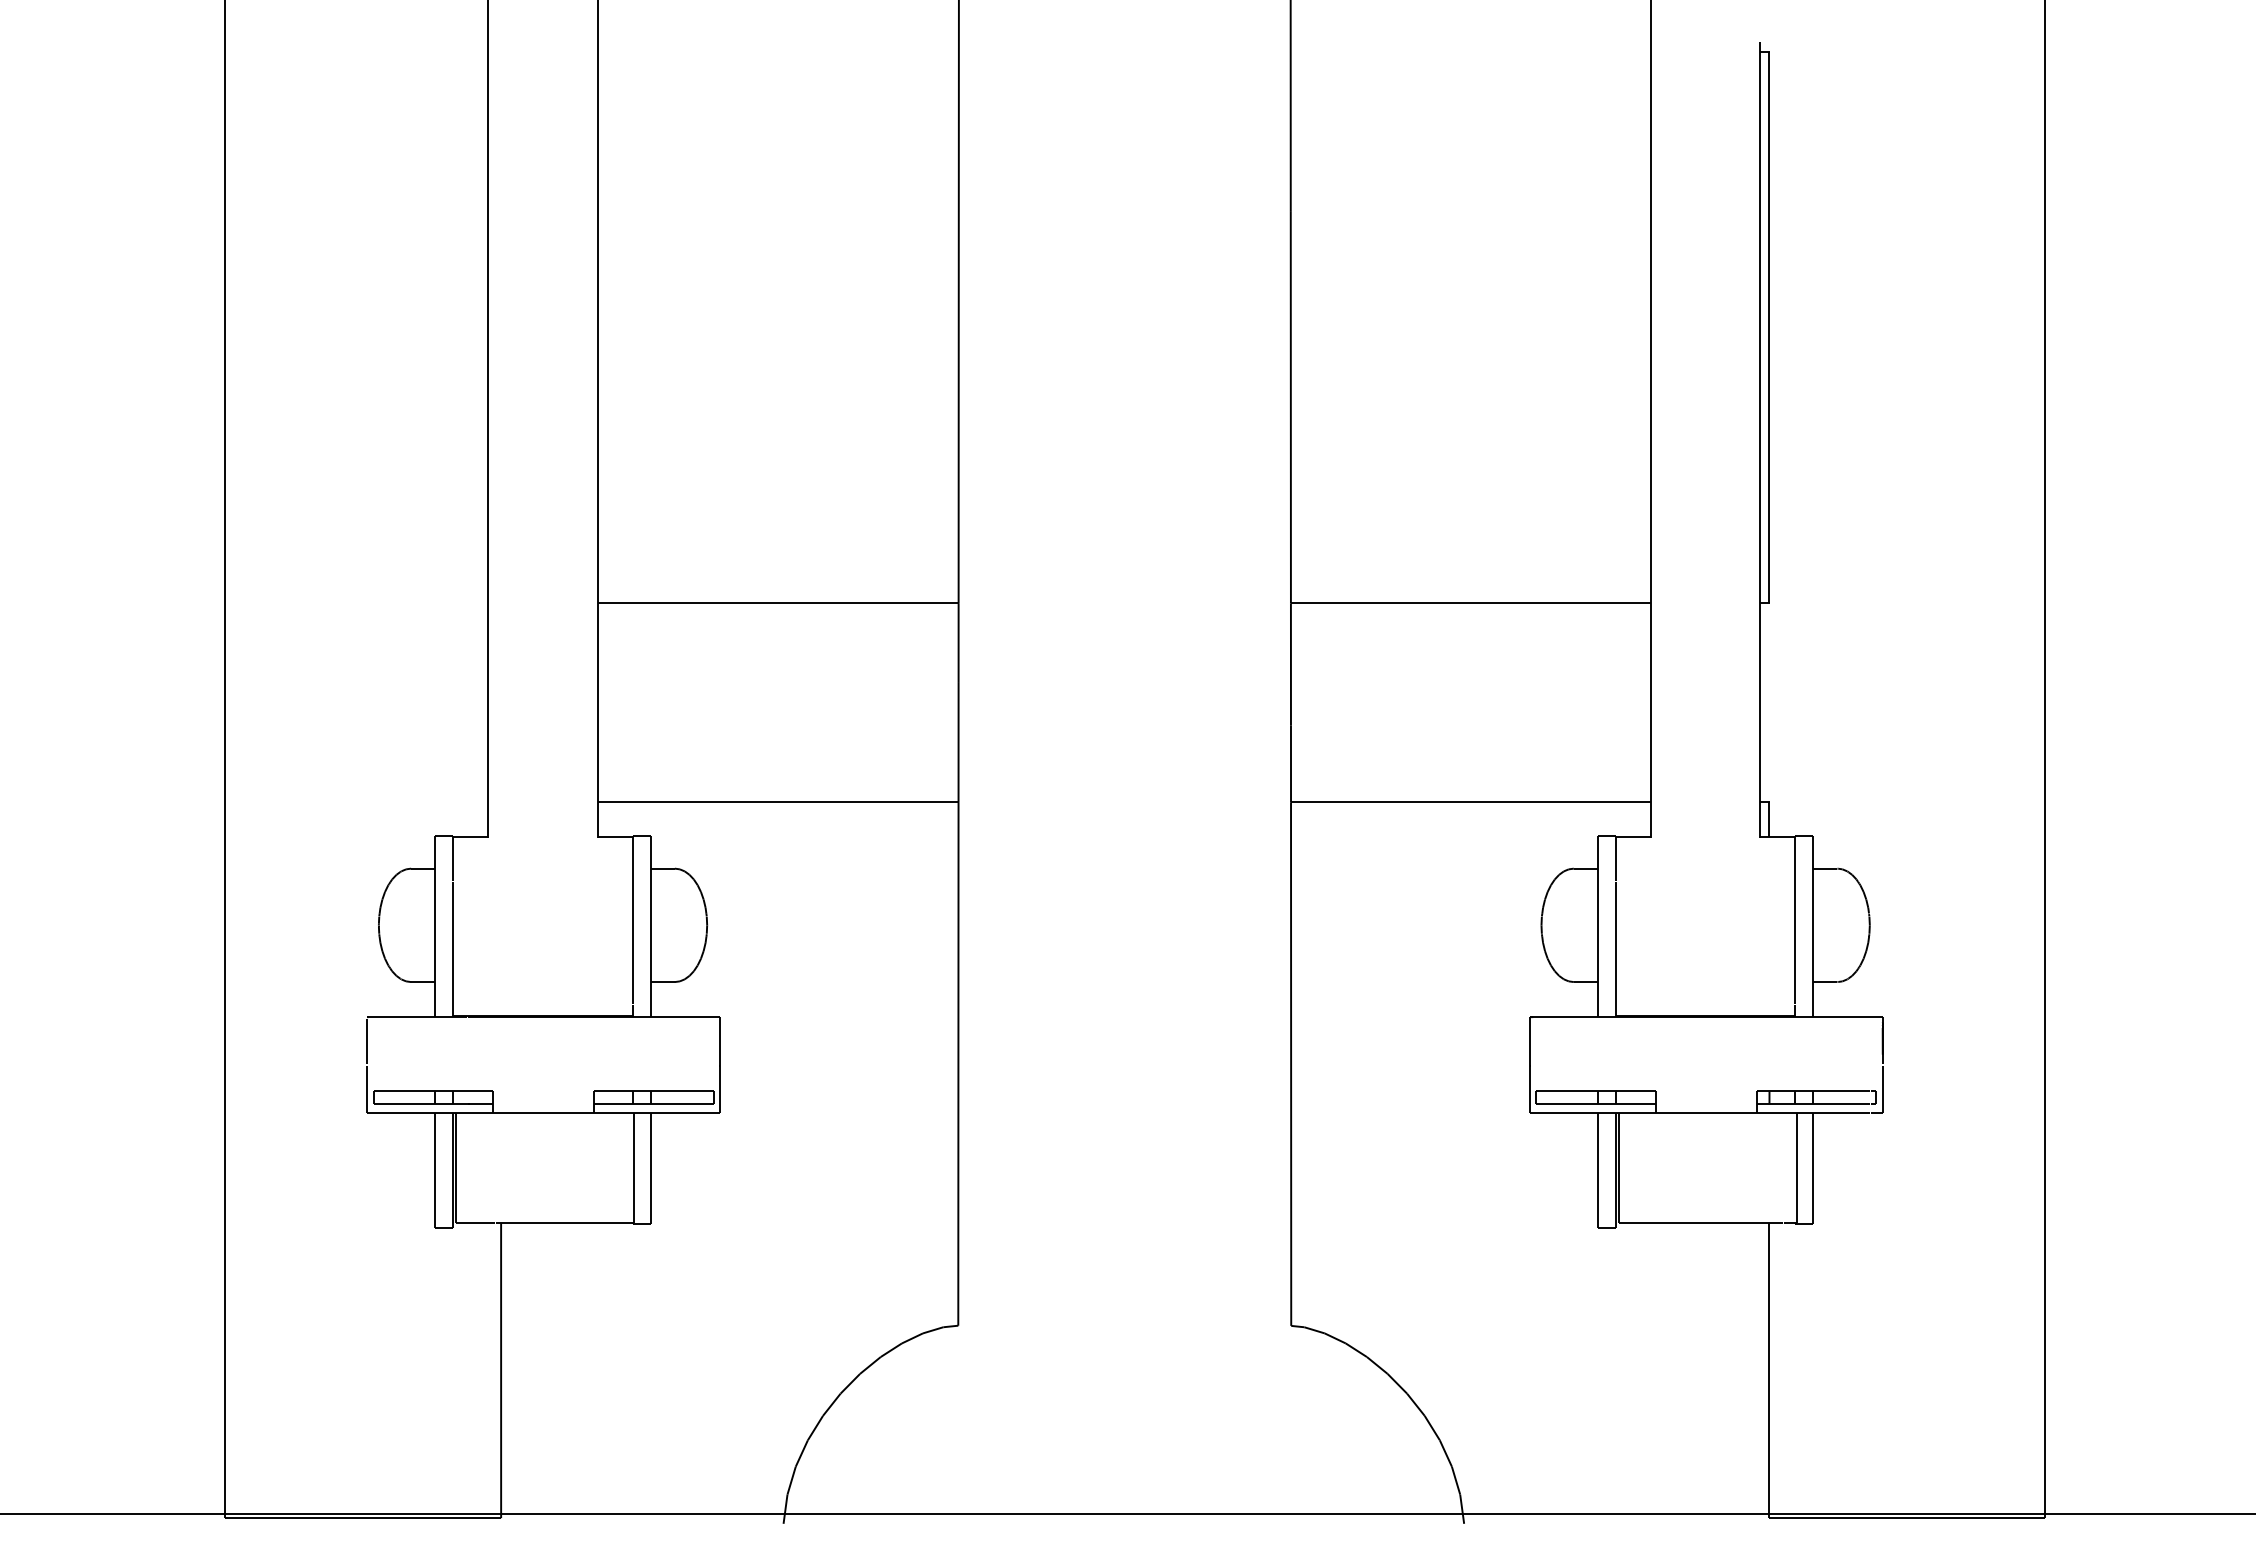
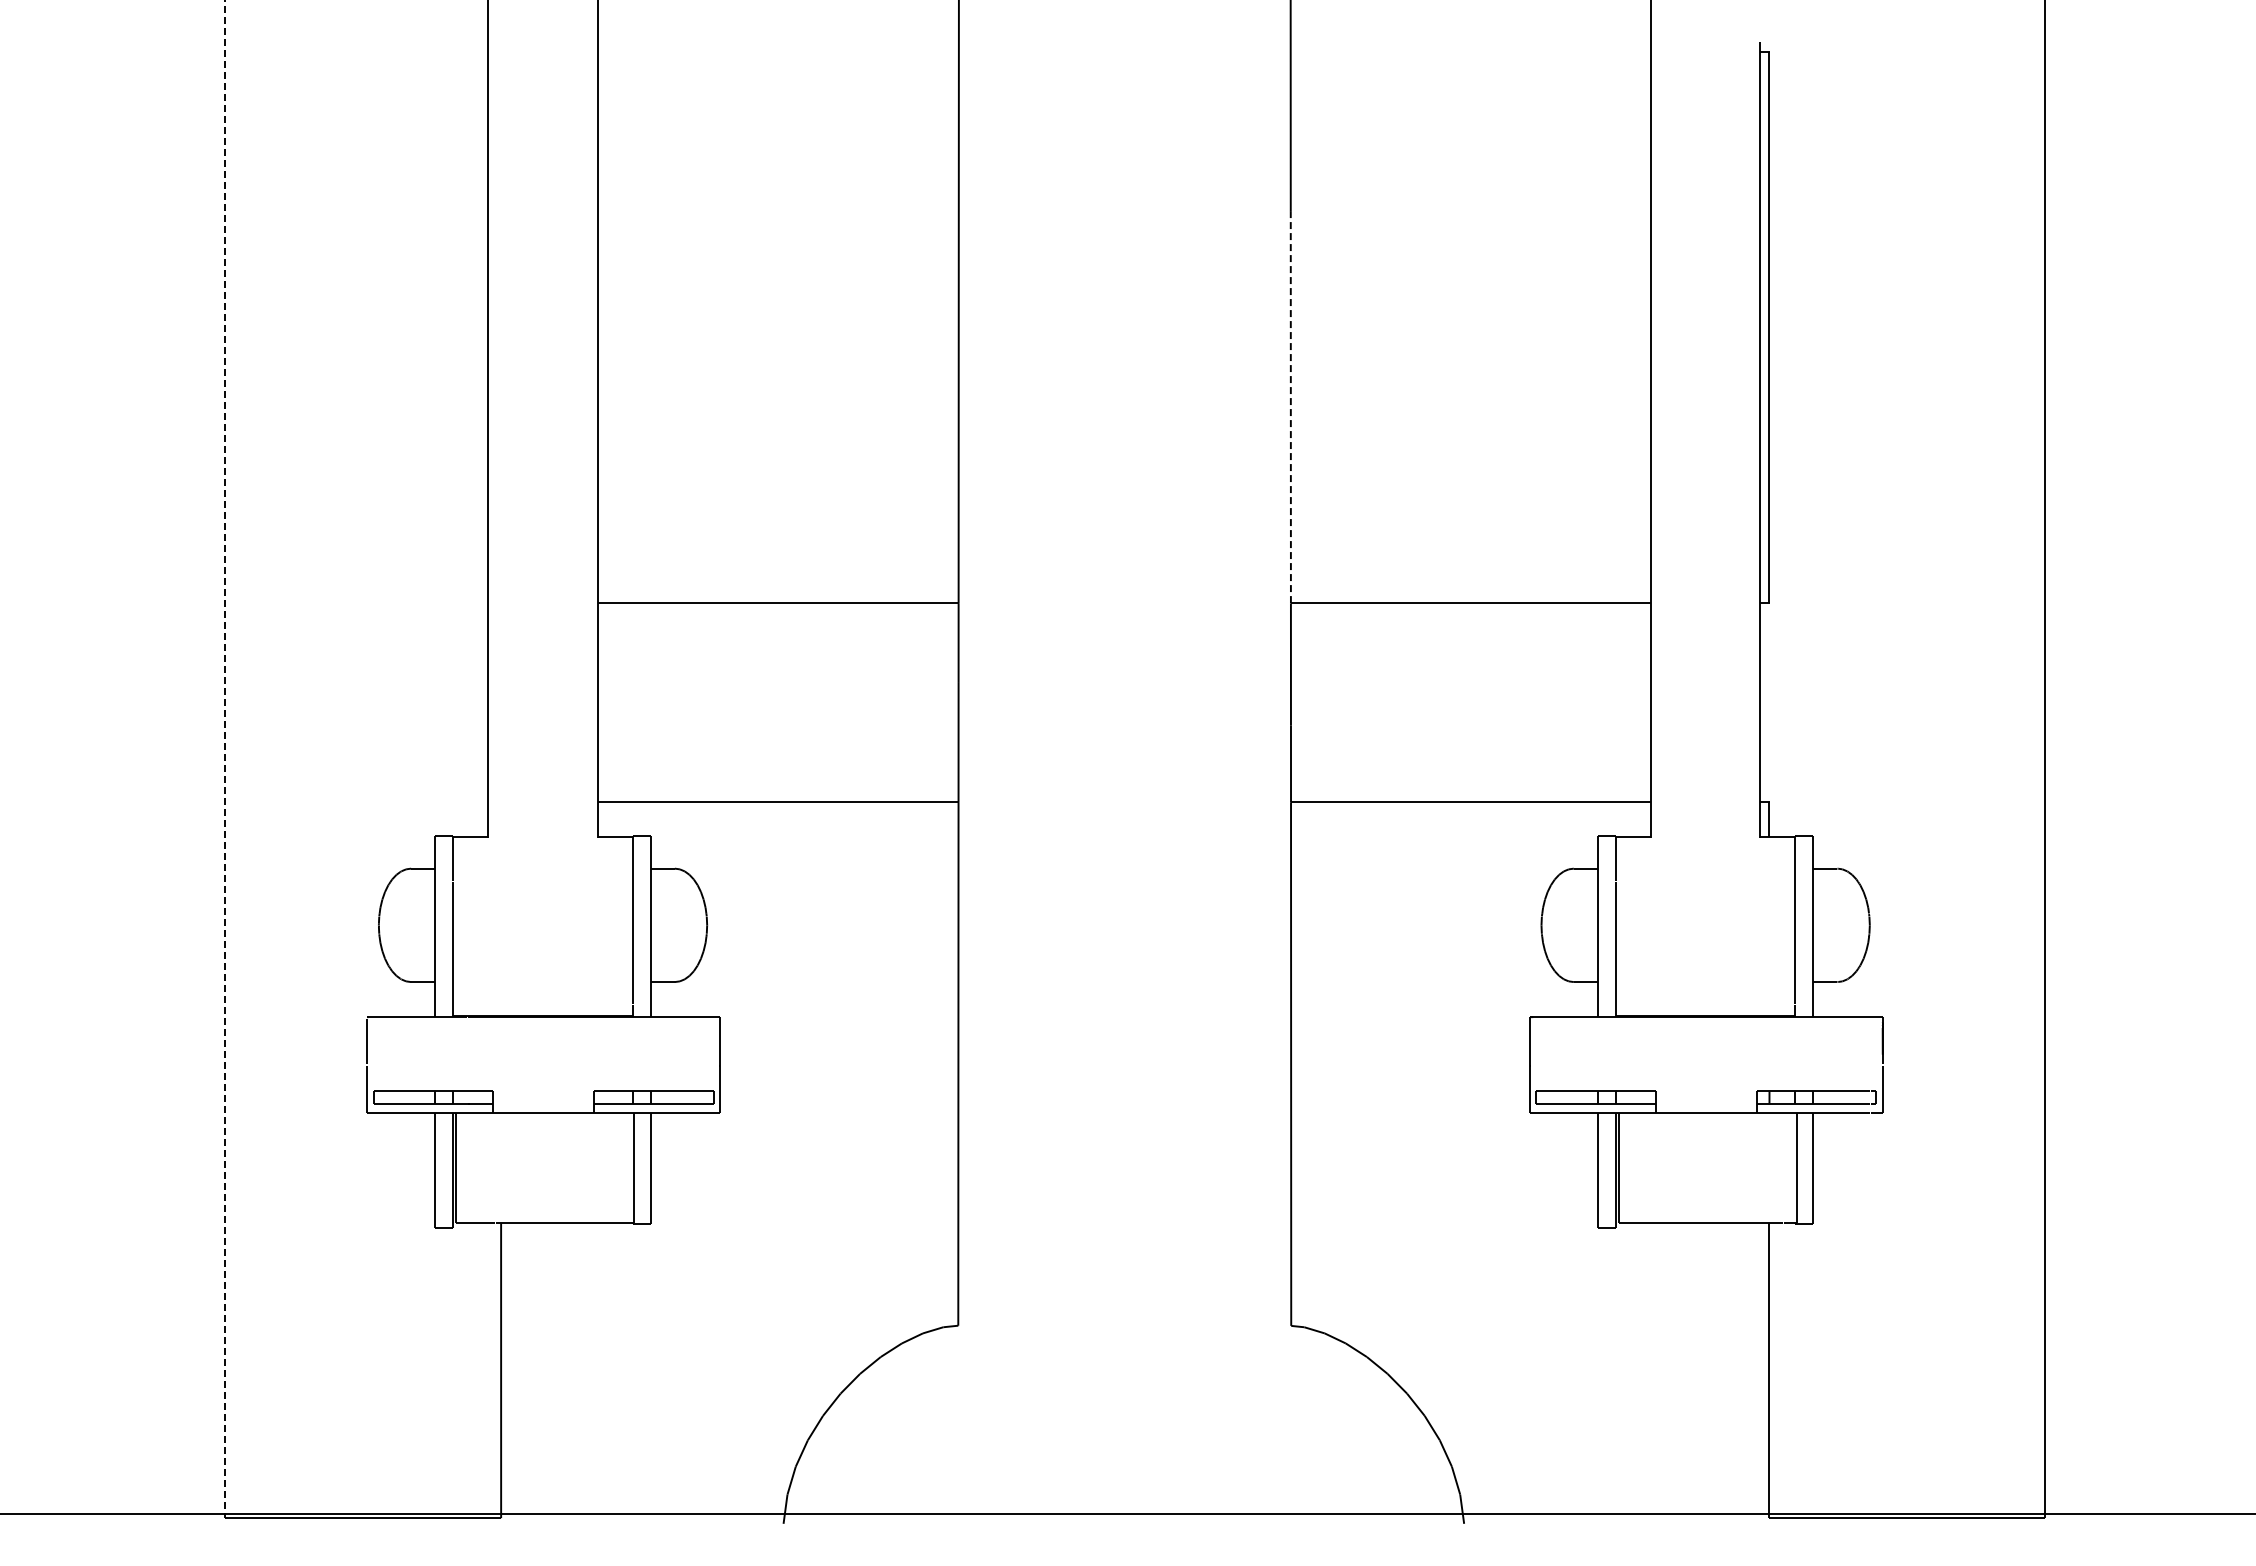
line at (1290, 407): solid -> dashed
line at (225, 759): solid -> dashed
